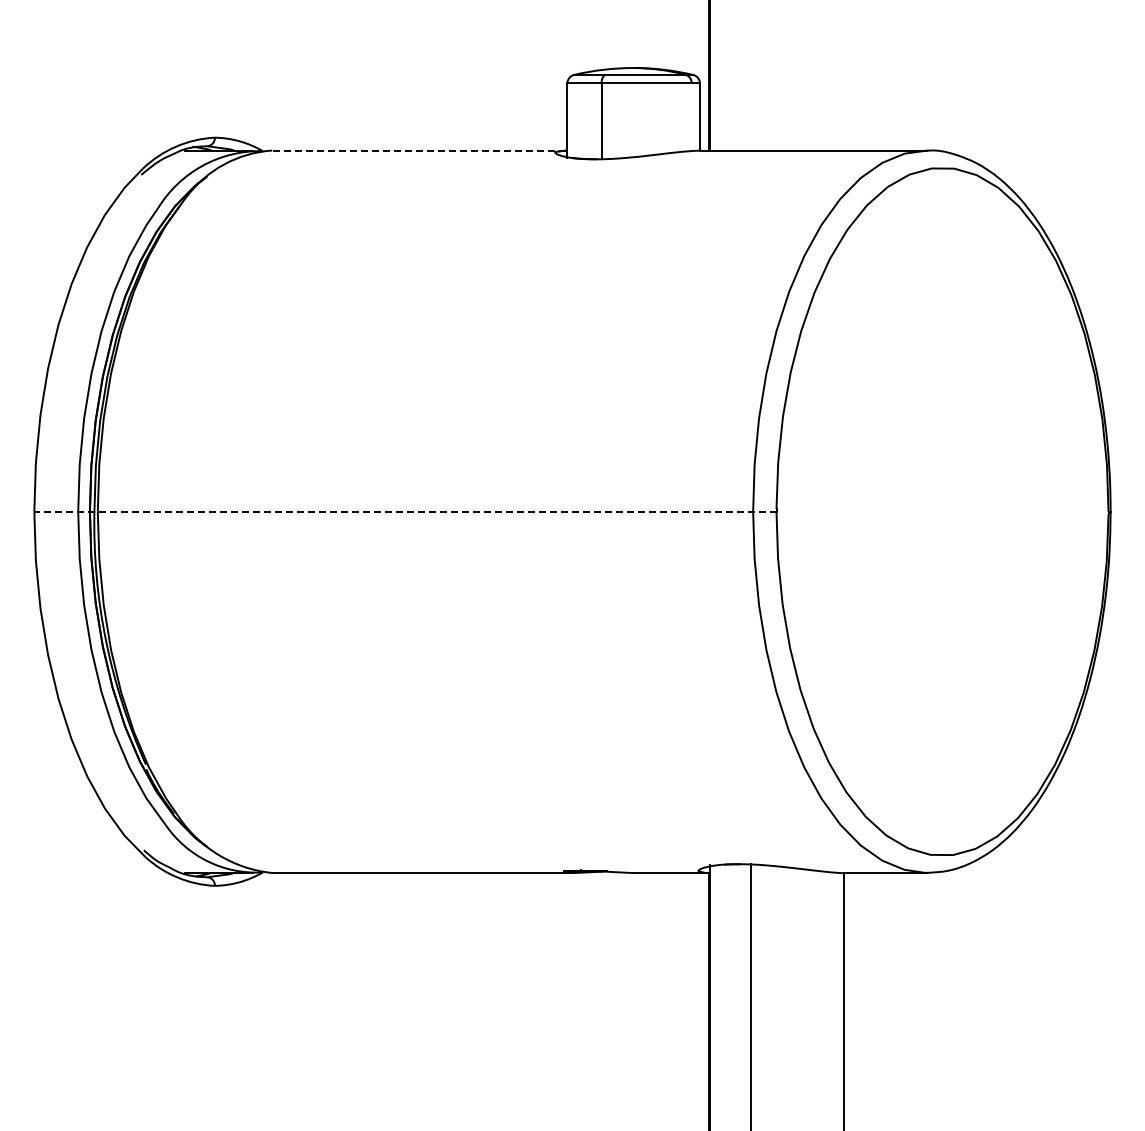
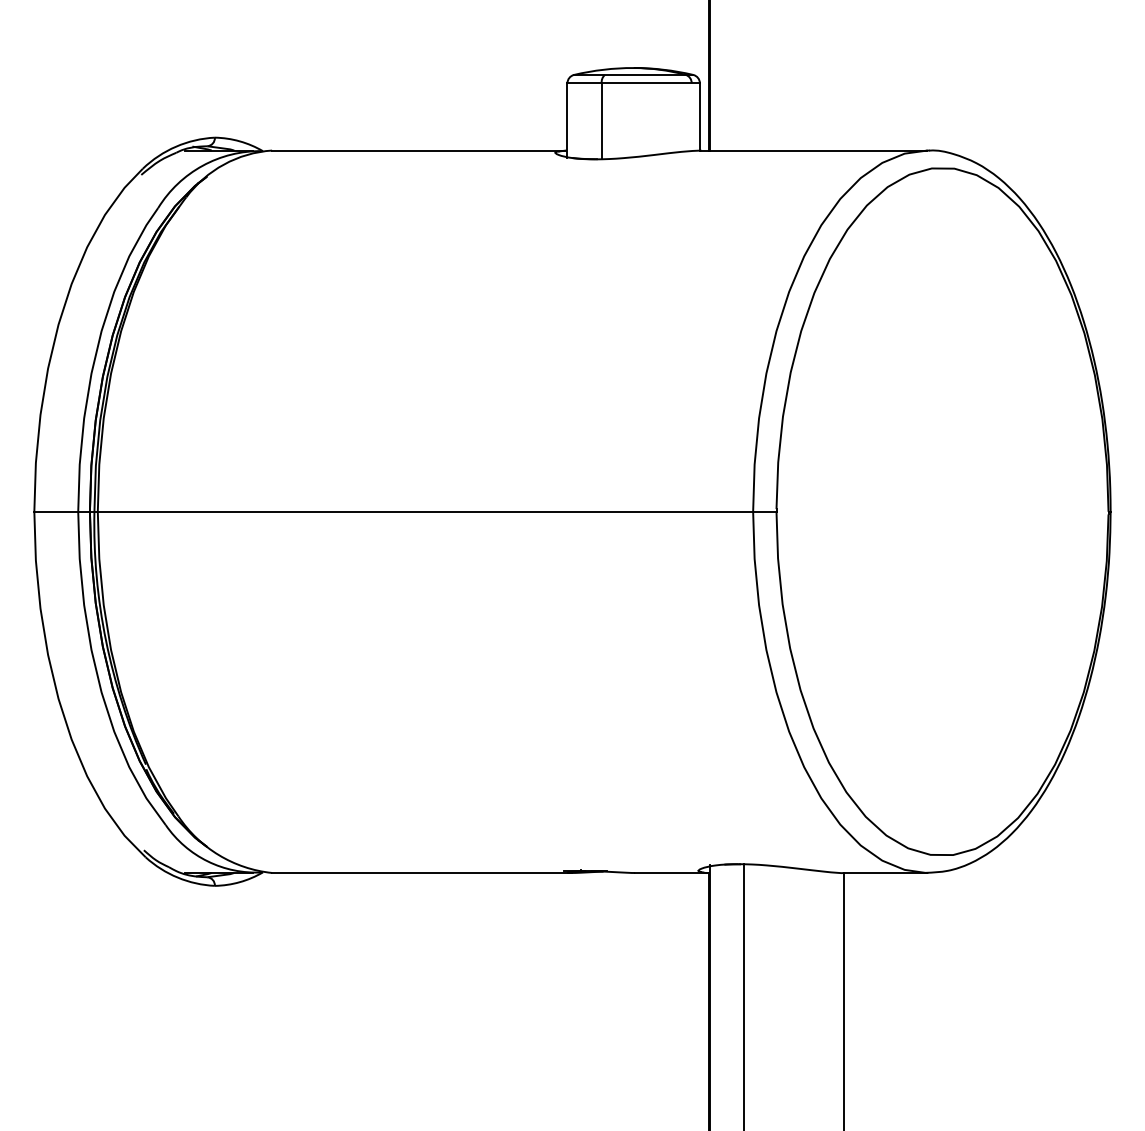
line at (419, 150): dashed -> solid
line at (404, 511): dashed -> solid
line at (751, 995) position: (751, 995) -> (744, 995)
